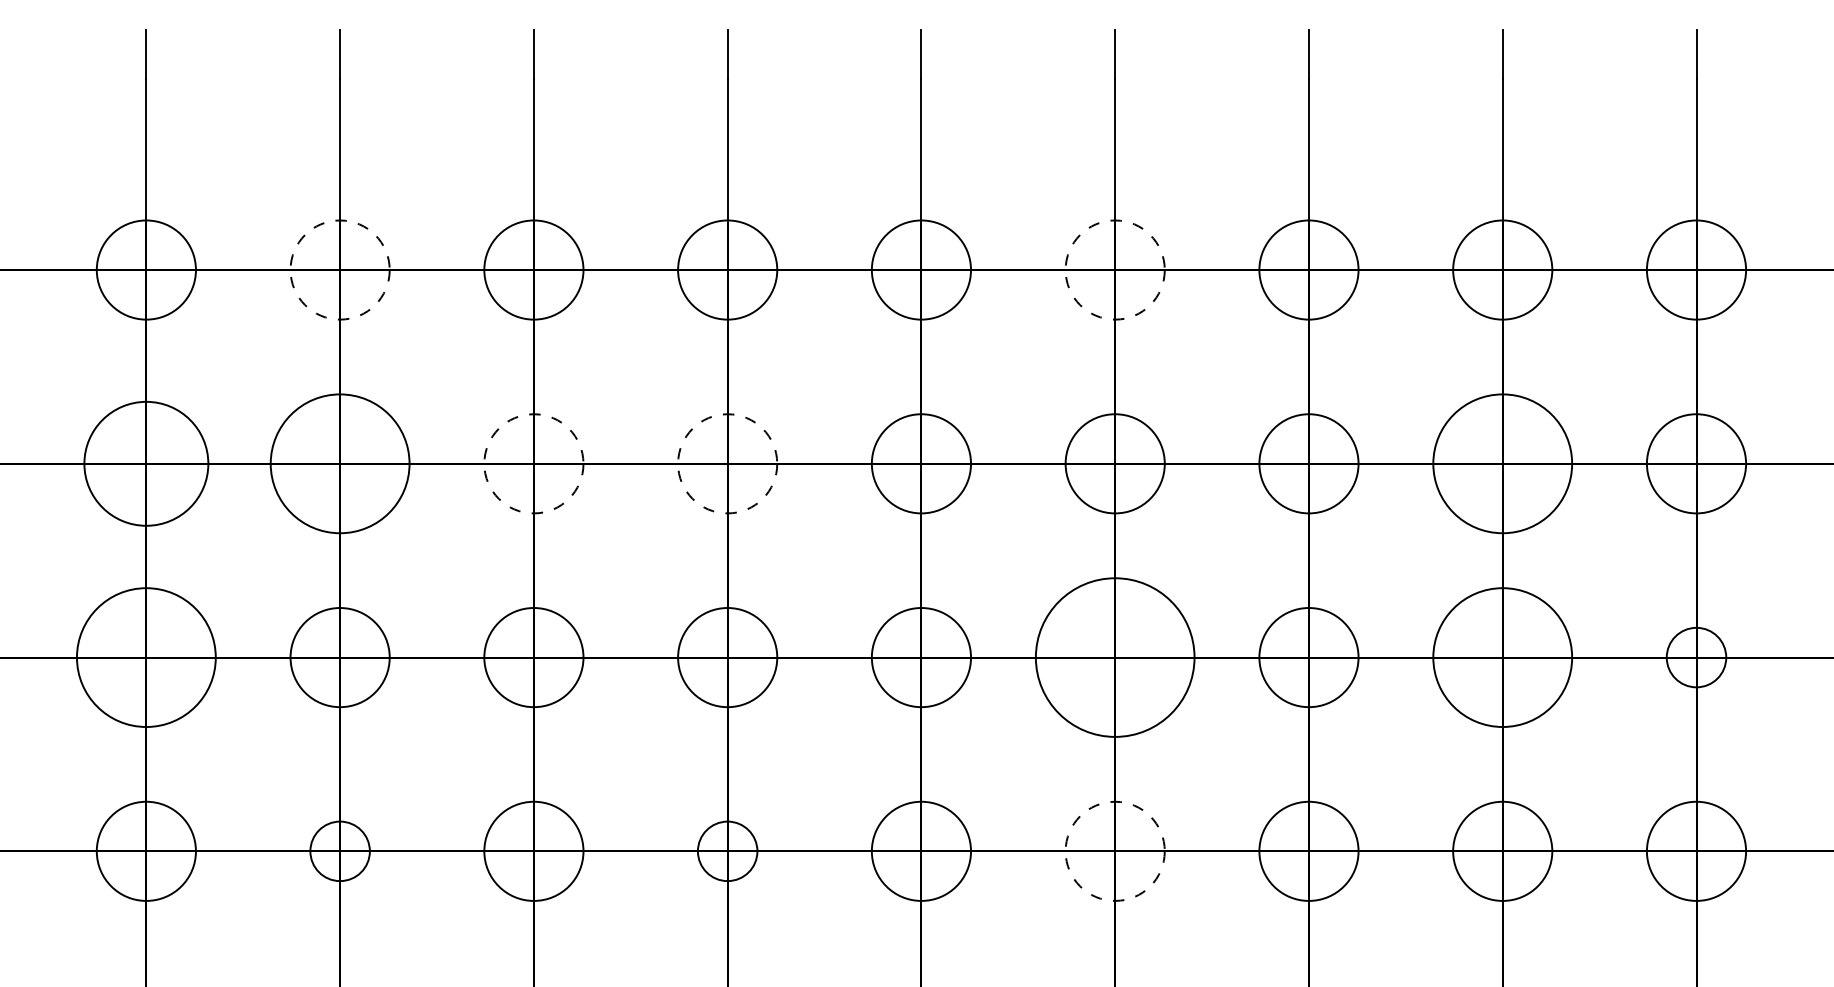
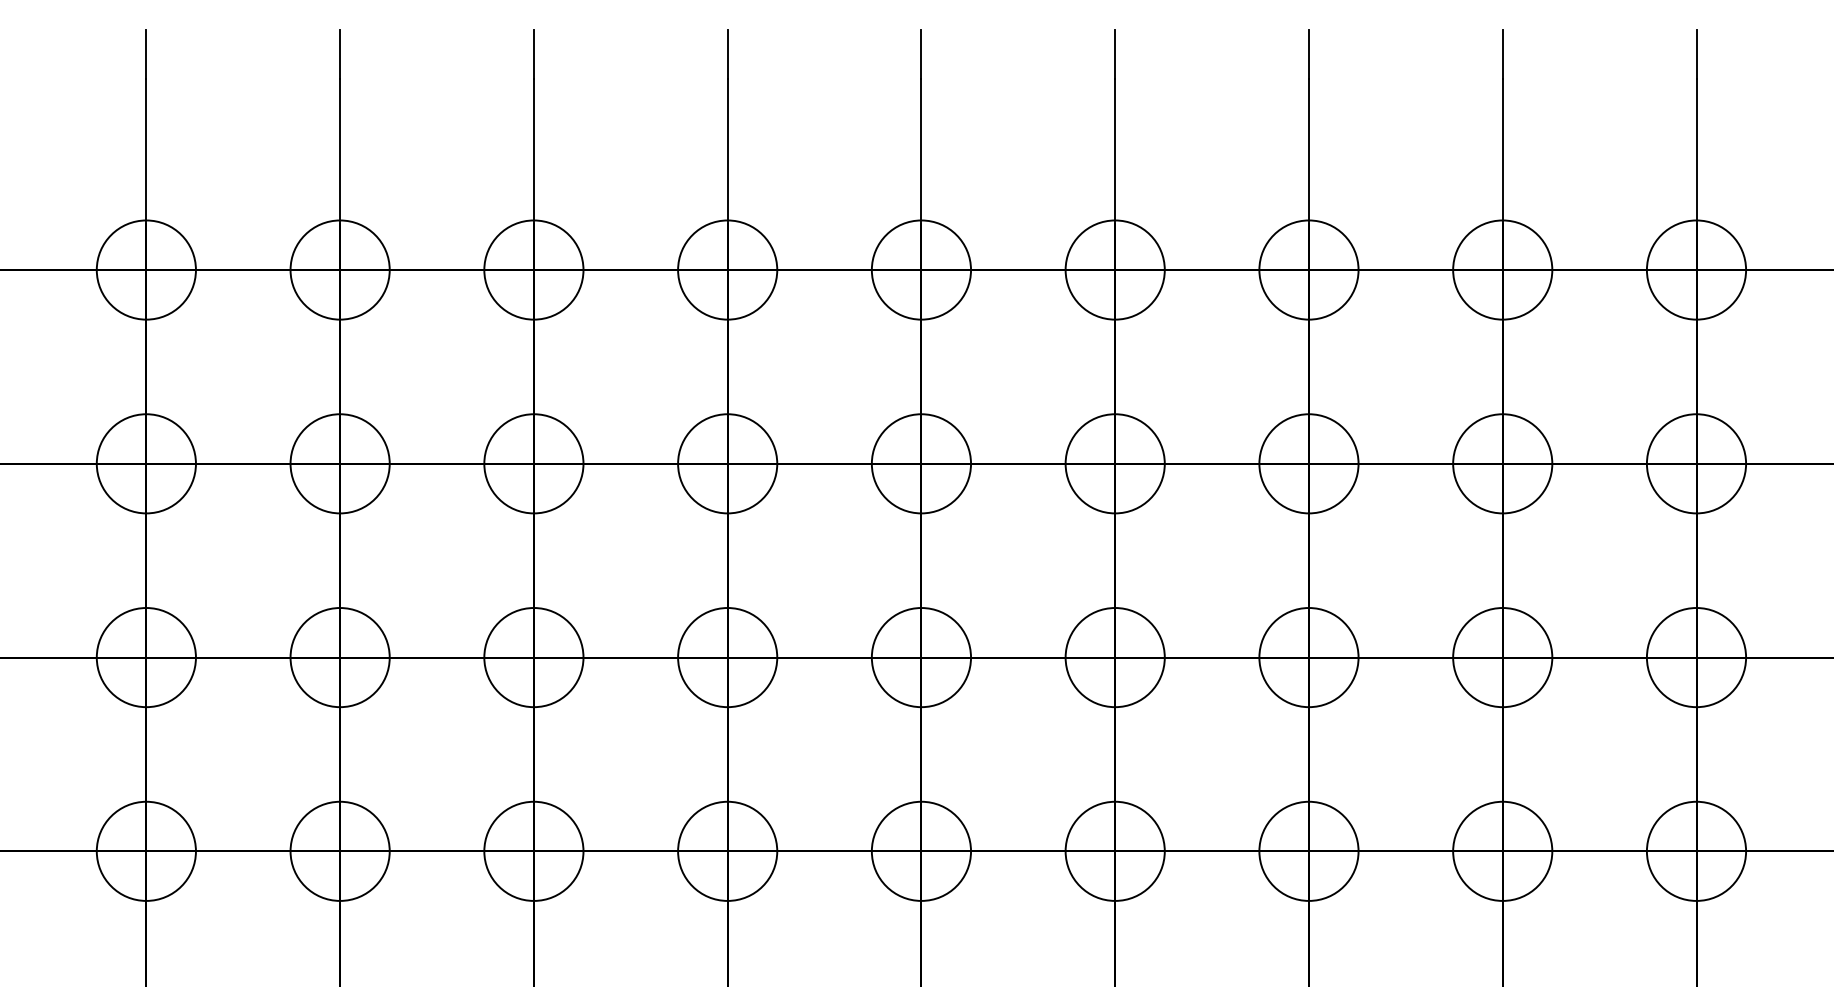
circle at (339, 269): dashed -> solid
circle at (1114, 269): dashed -> solid
circle at (146, 463) diameter: 124 px -> 99 px
circle at (339, 463) diameter: 139 px -> 99 px
circle at (533, 463): dashed -> solid
circle at (727, 463): dashed -> solid
circle at (1502, 463) diameter: 139 px -> 99 px
circle at (145, 657) diameter: 139 px -> 99 px
circle at (1114, 657) diameter: 159 px -> 99 px
circle at (1502, 657) diameter: 139 px -> 99 px
circle at (1696, 657) diameter: 59 px -> 99 px
circle at (1114, 850): dashed -> solid
circle at (339, 851) diameter: 59 px -> 99 px
circle at (727, 851) diameter: 59 px -> 99 px
